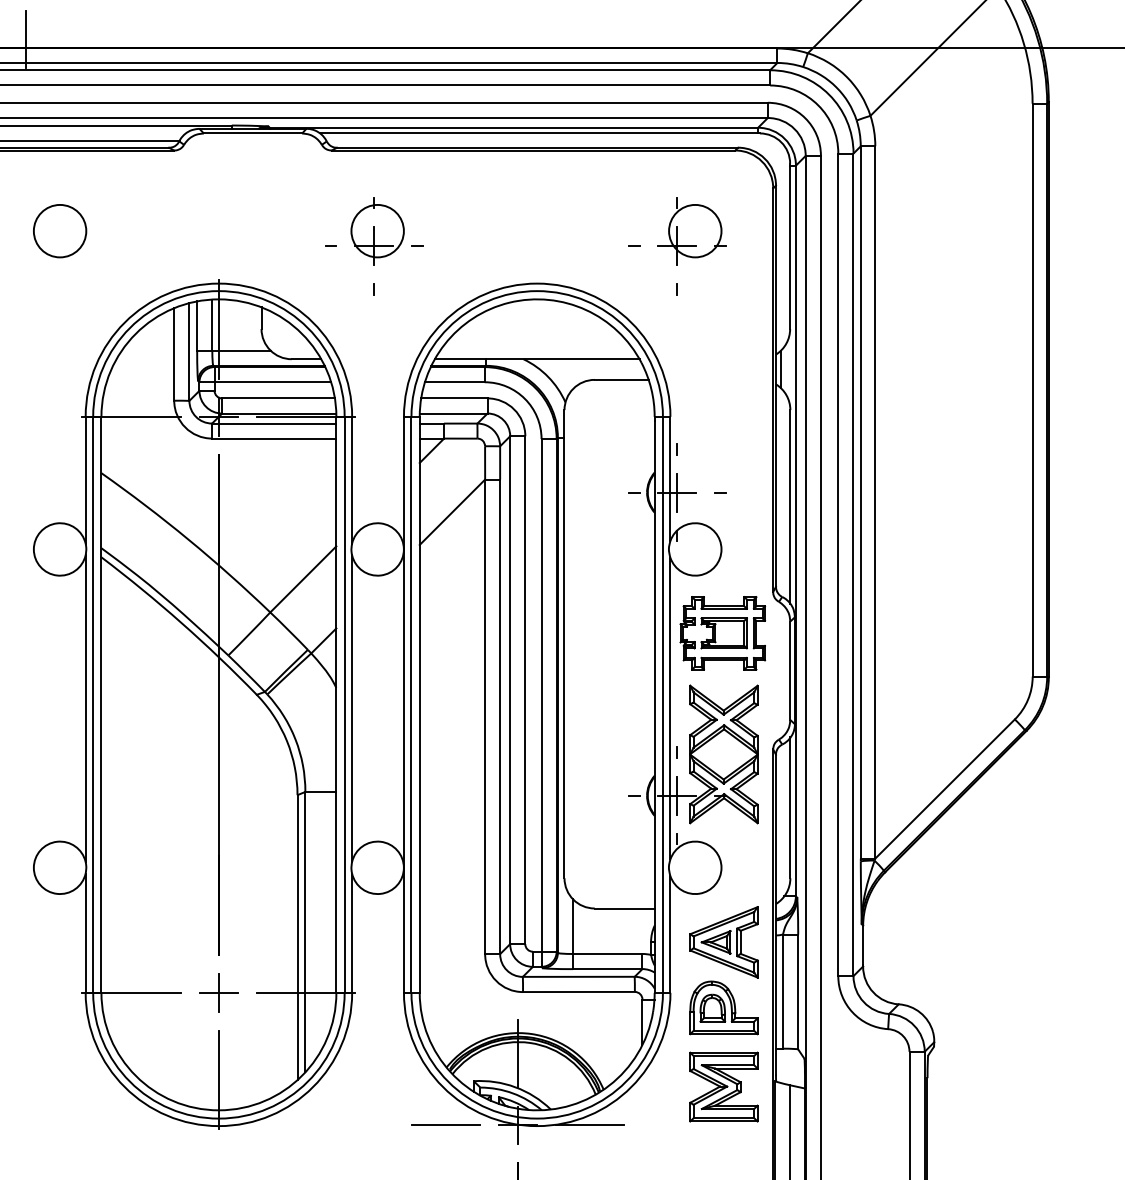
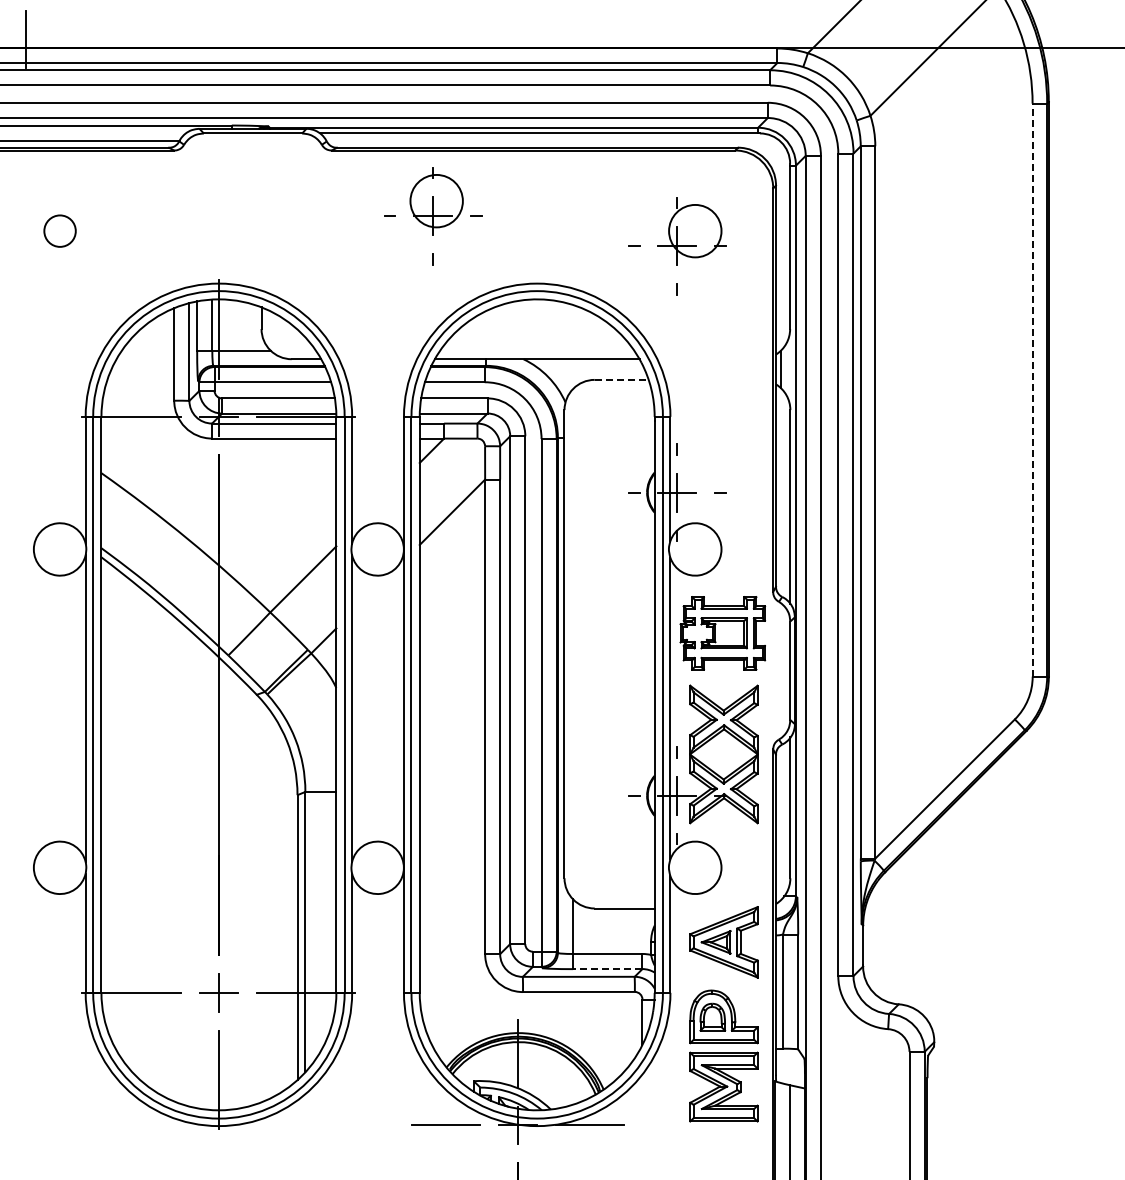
circle at (59, 230) diameter: 52 px -> 31 px
part at (374, 246) position: (374, 246) -> (433, 216)
line at (622, 379): solid -> dashed
line at (1032, 389): solid -> dashed
line at (607, 969): solid -> dashed
part at (723, 1007) position: (723, 1007) -> (723, 1016)
